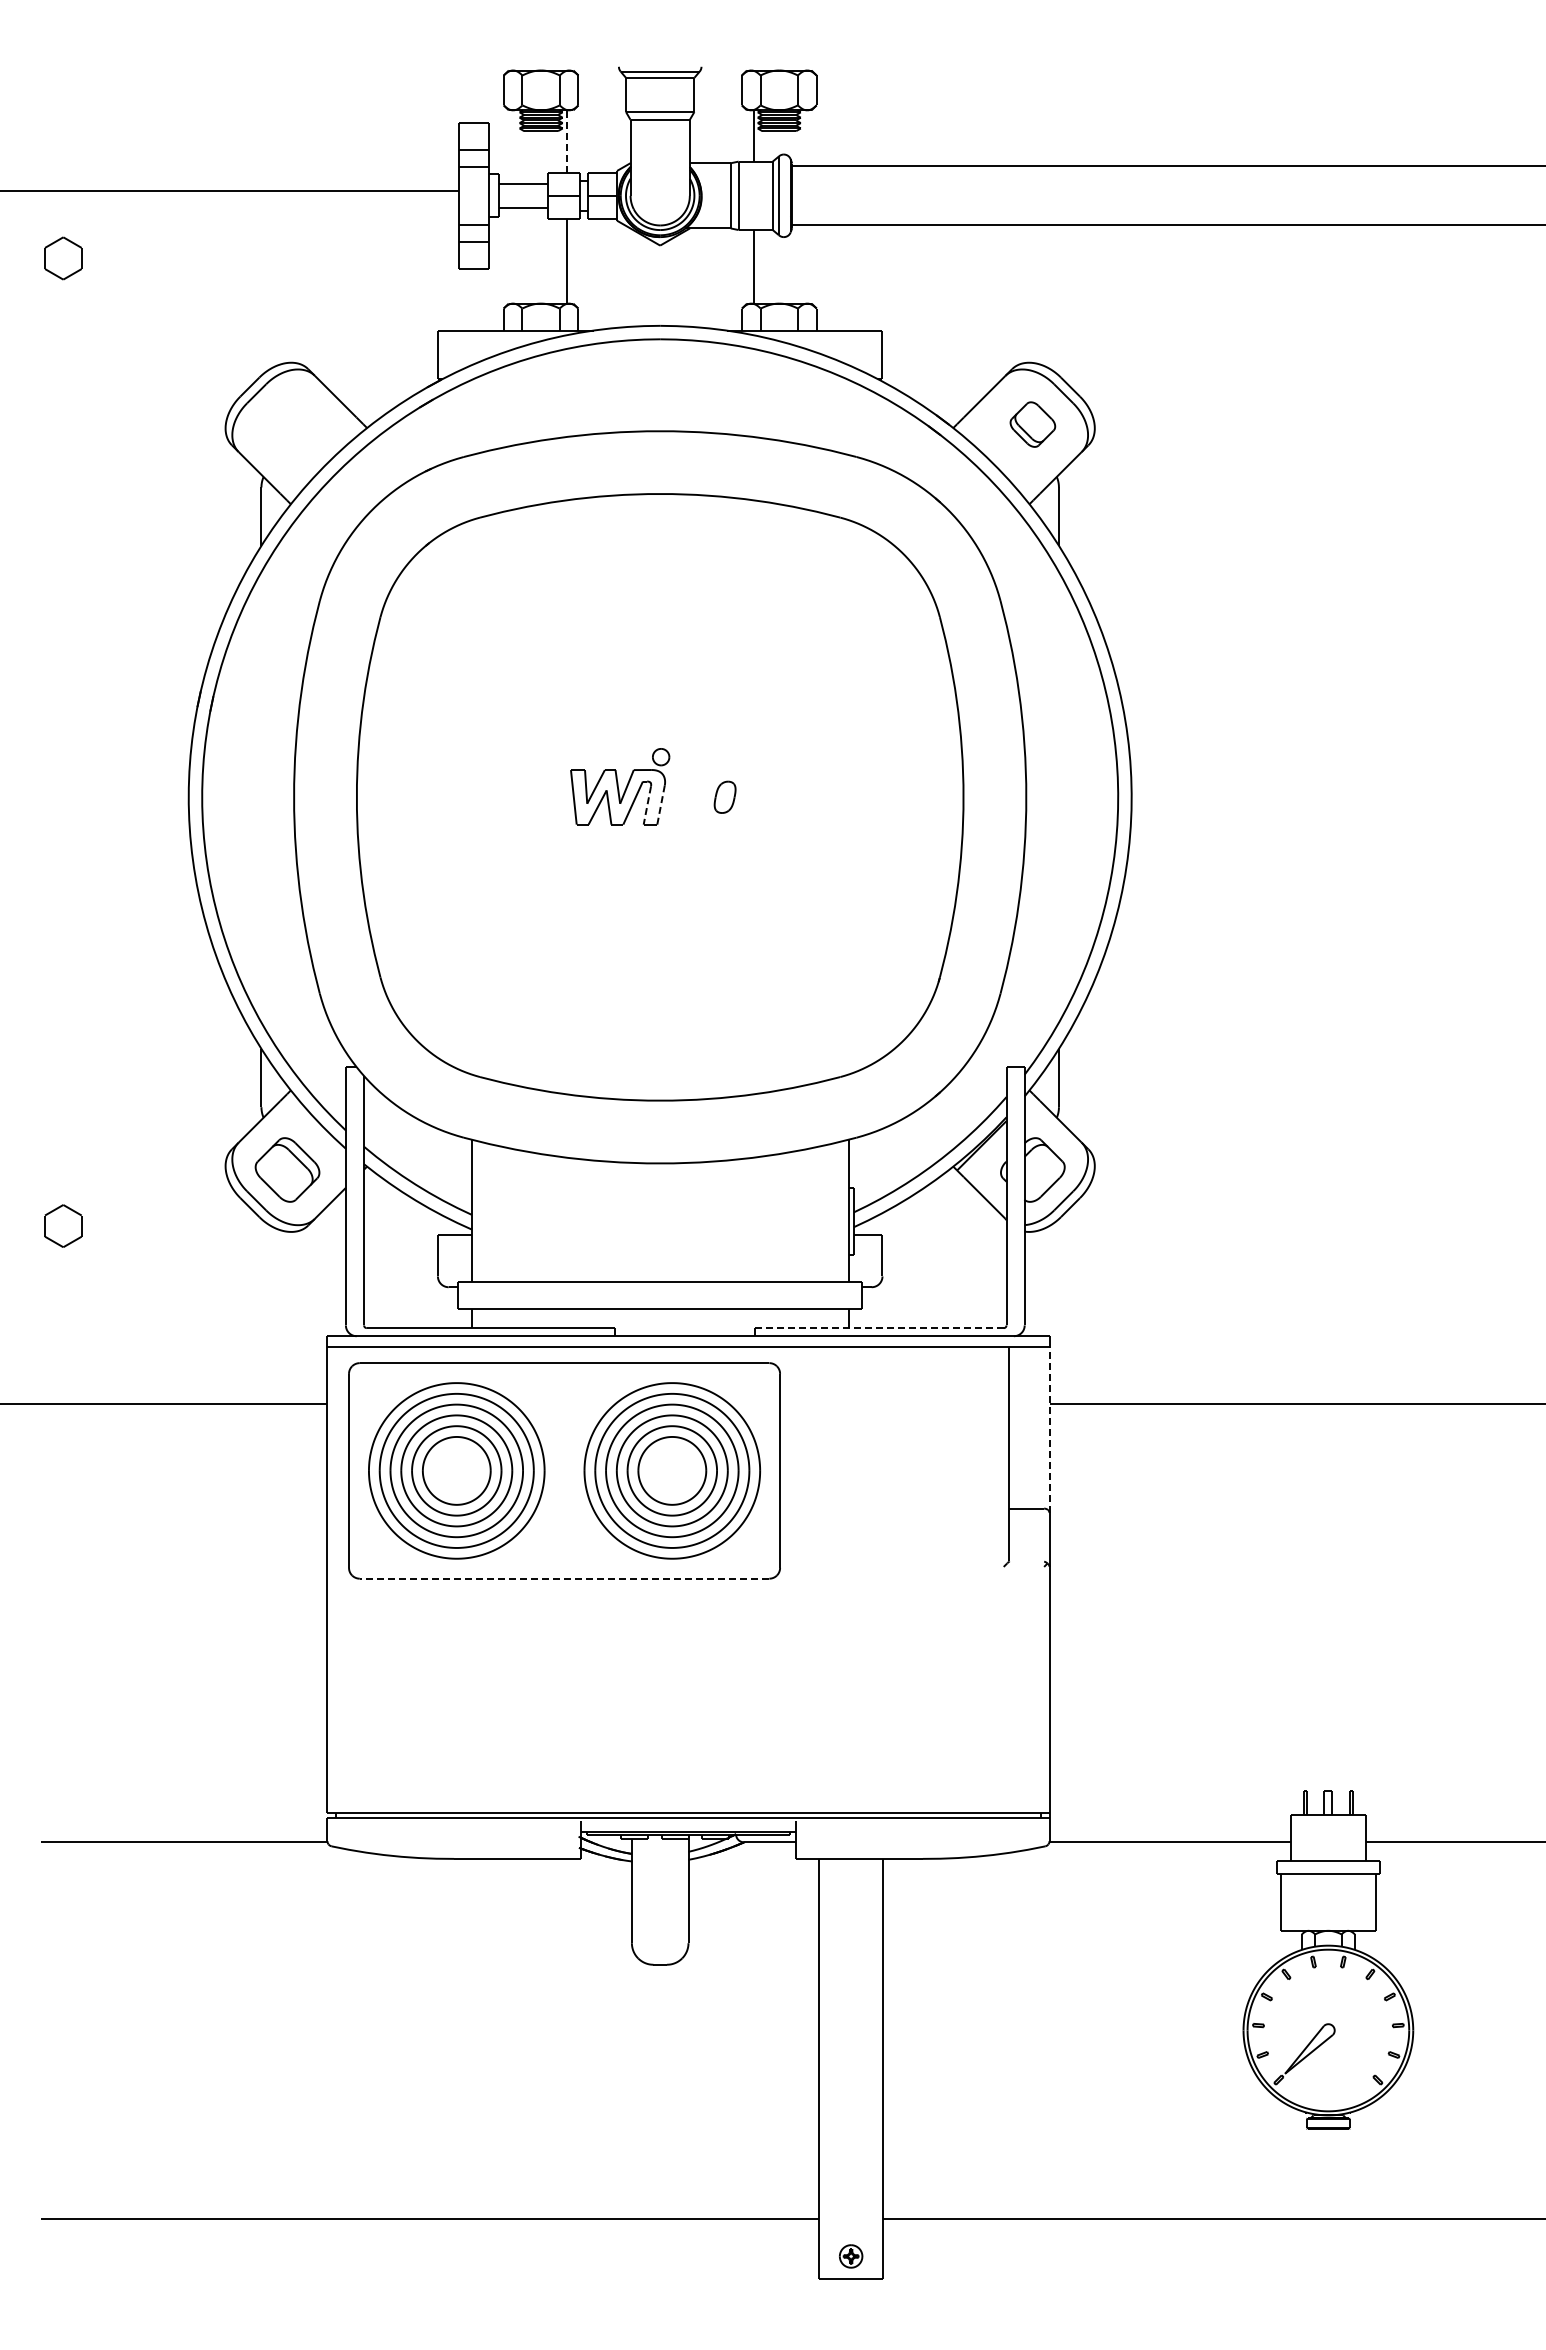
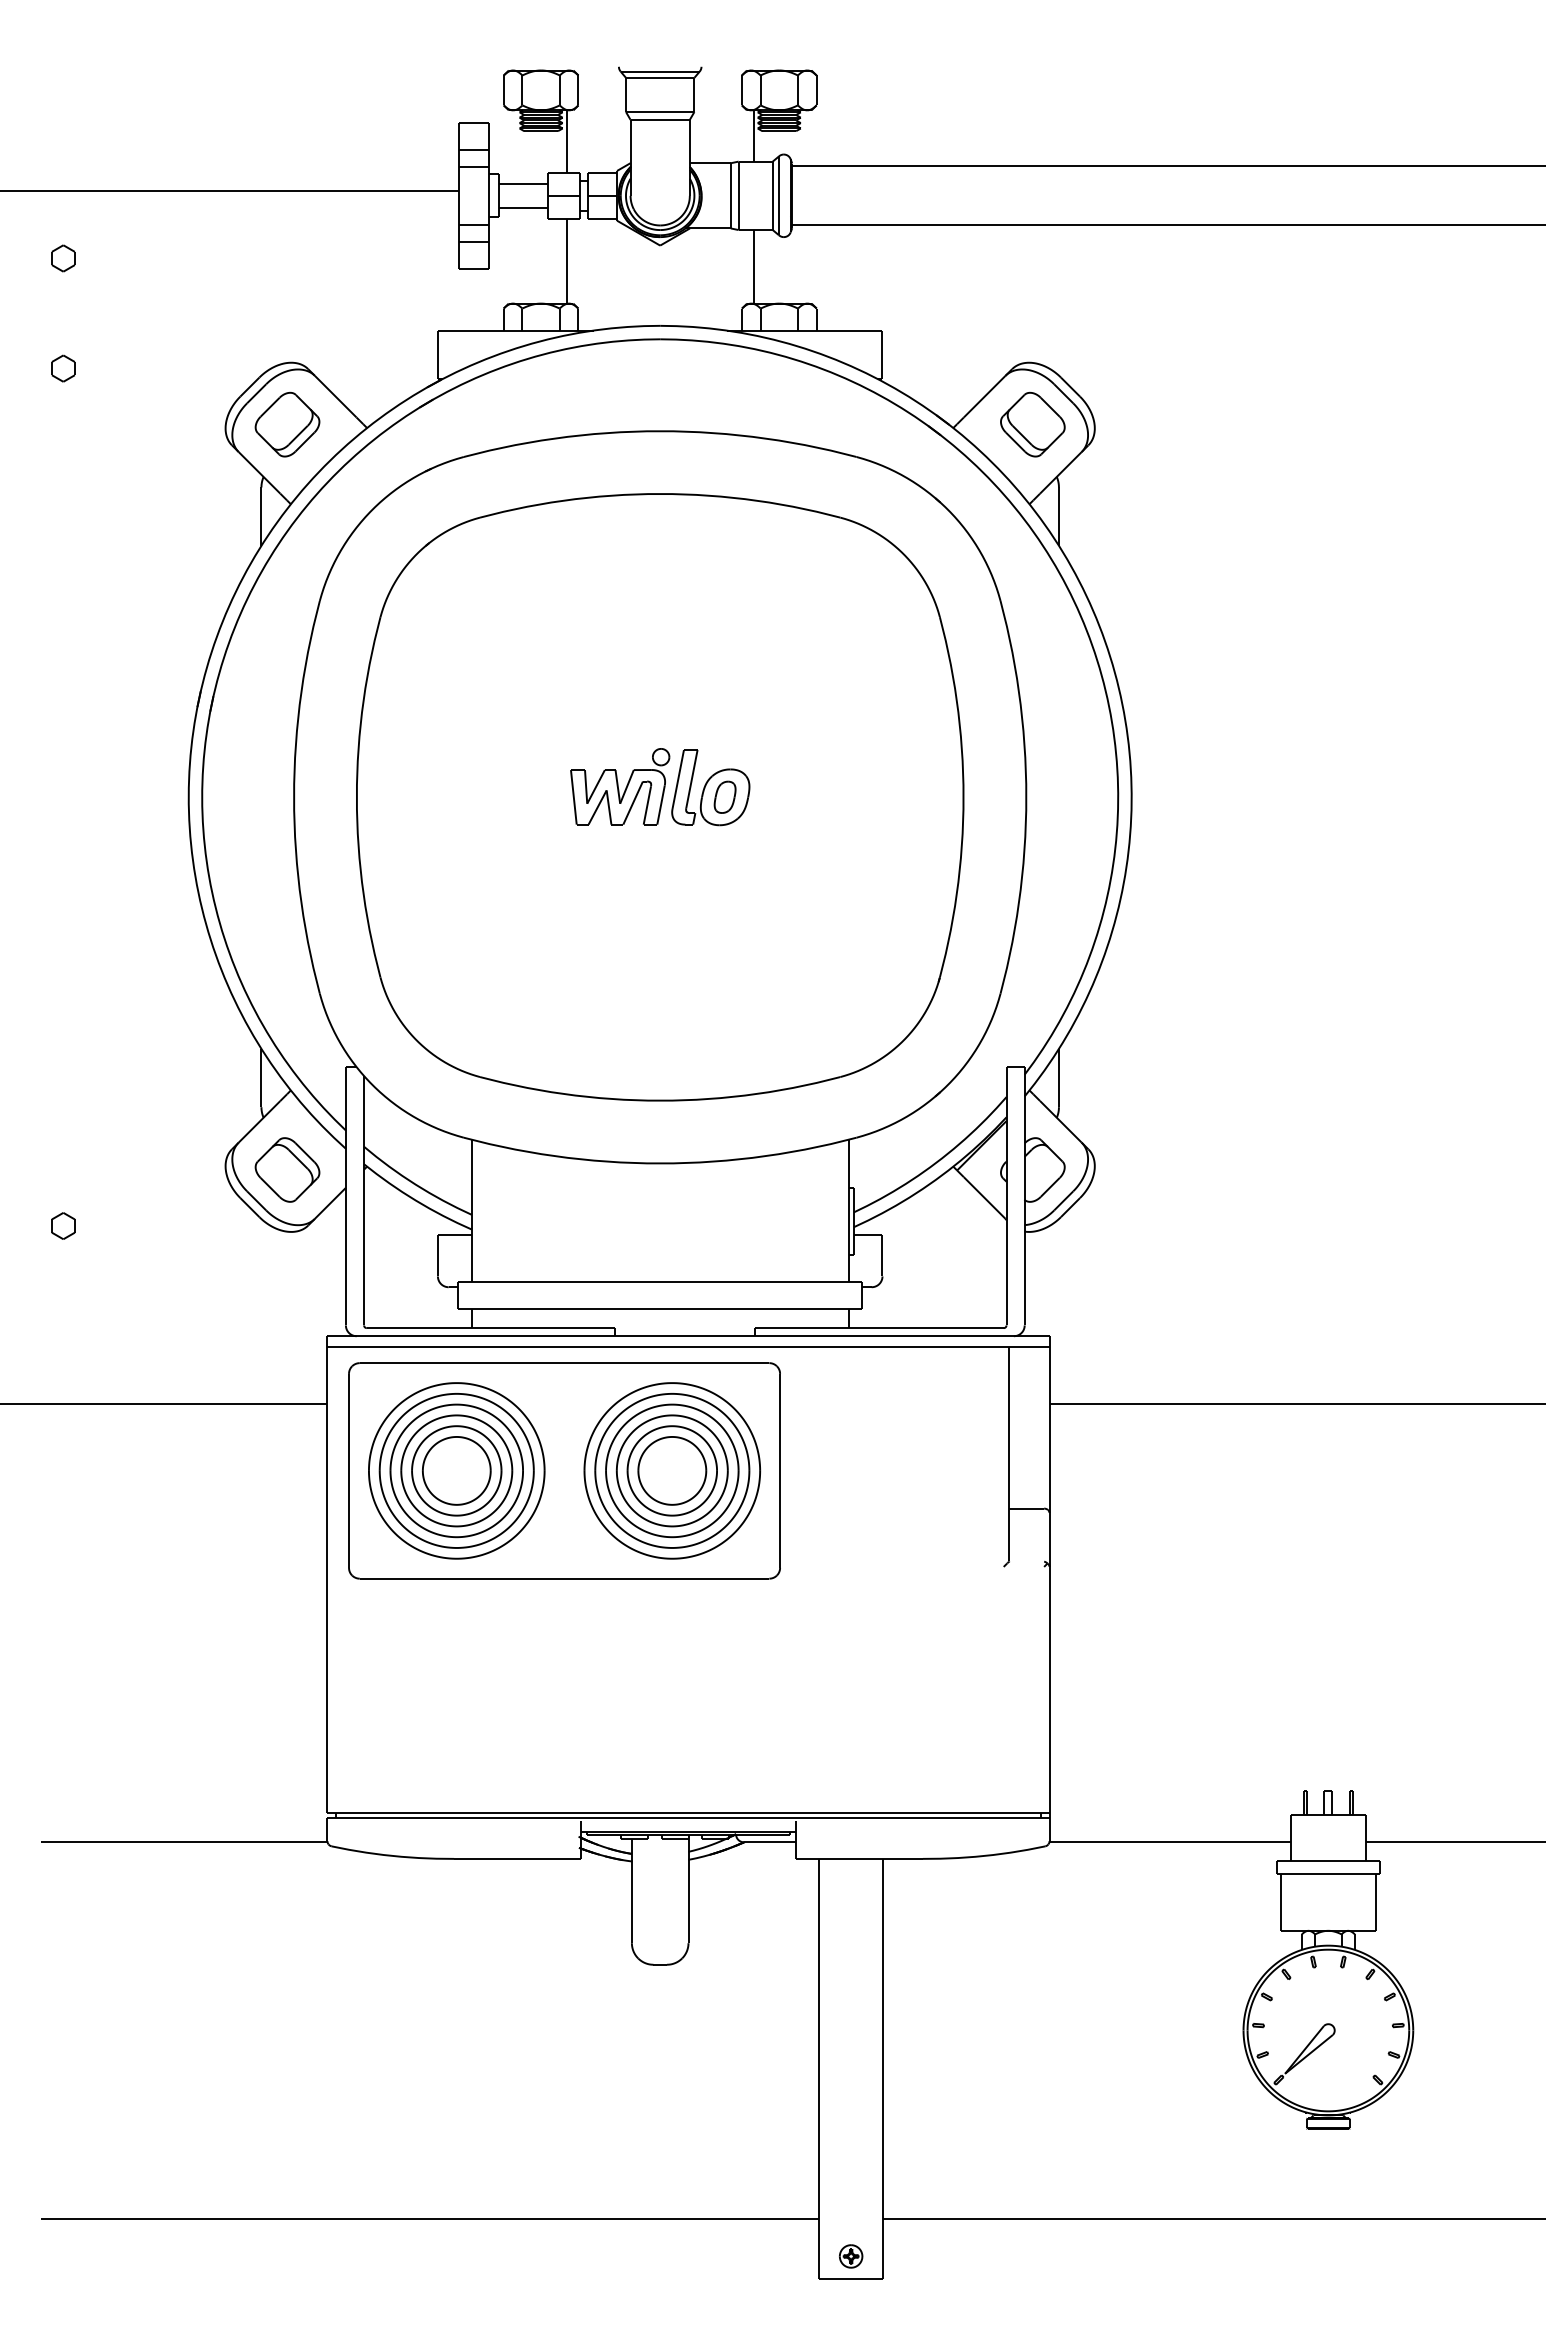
line at (566, 140): dashed -> solid
part at (63, 258) size: 39x45 px -> 25x29 px
part at (63, 368): none -> present
part at (287, 424): none -> present
part at (1032, 424) size: 48x47 px -> 66x67 px
part at (710, 787): none -> present
line at (661, 805): dashed -> solid
line at (647, 806): dashed -> solid
part at (63, 1225) size: 39x44 px -> 25x28 px
line at (880, 1328): dashed -> solid
line at (1049, 1429): dashed -> solid
line at (564, 1578): dashed -> solid
